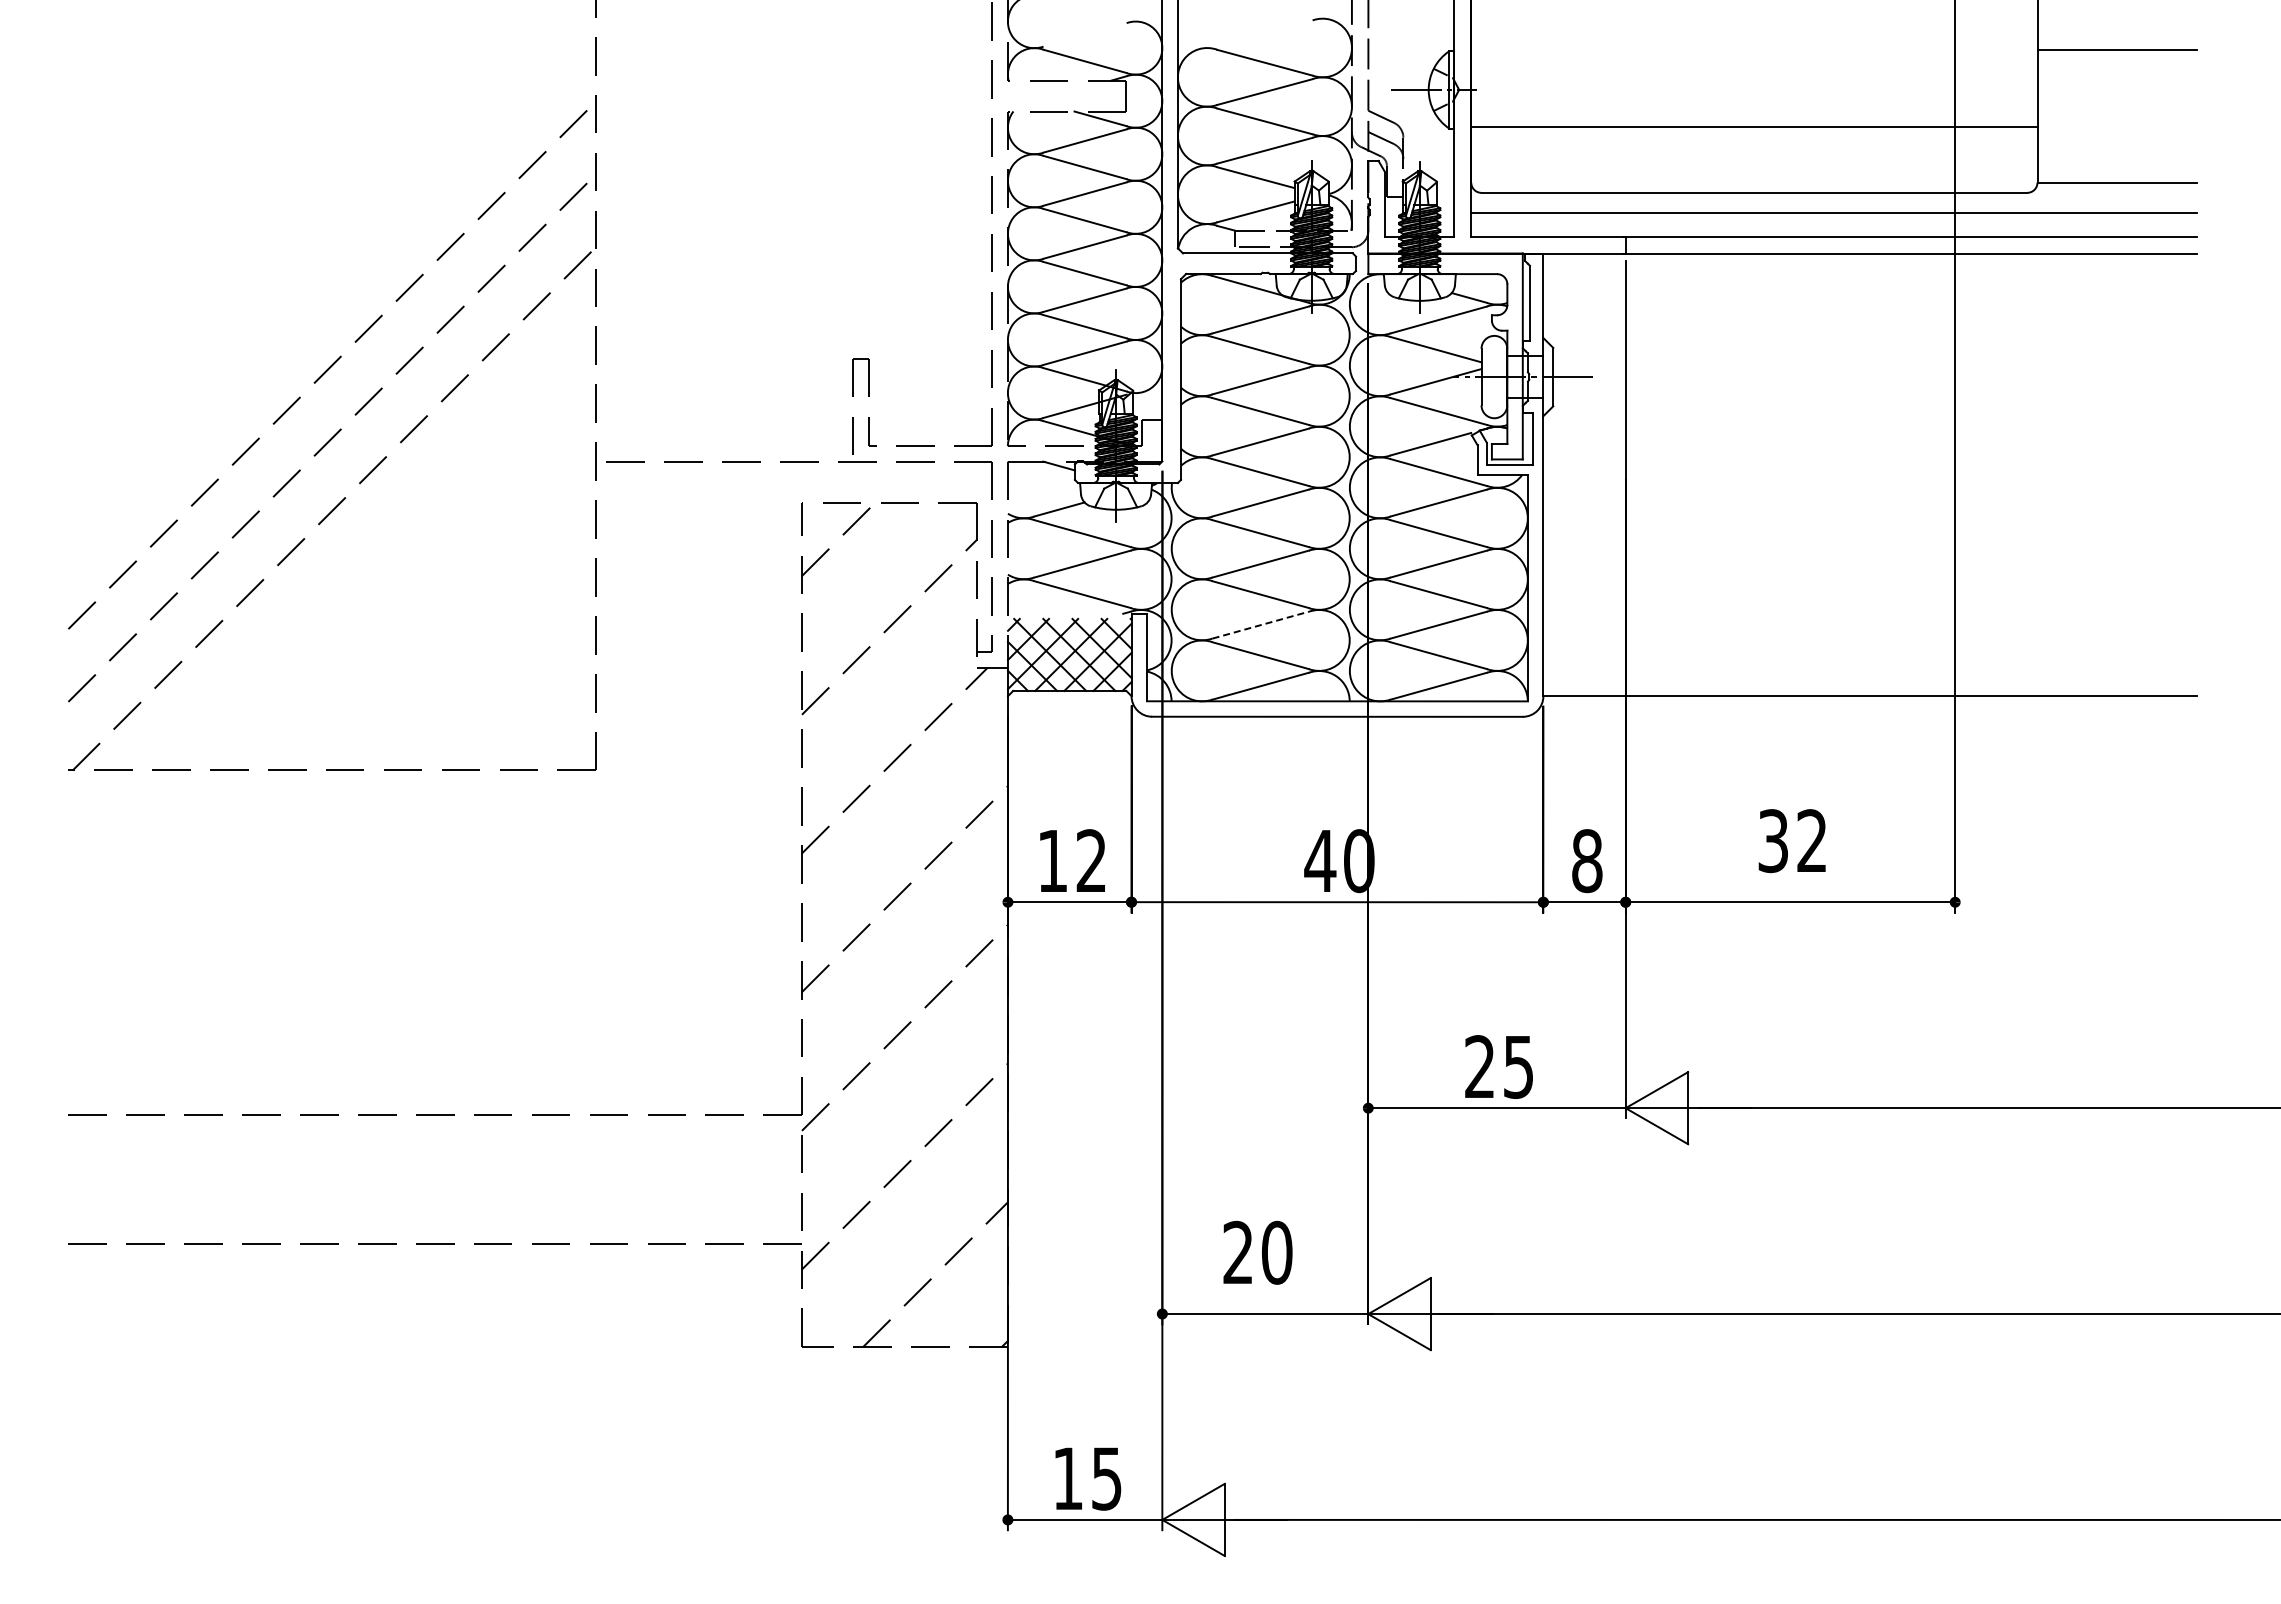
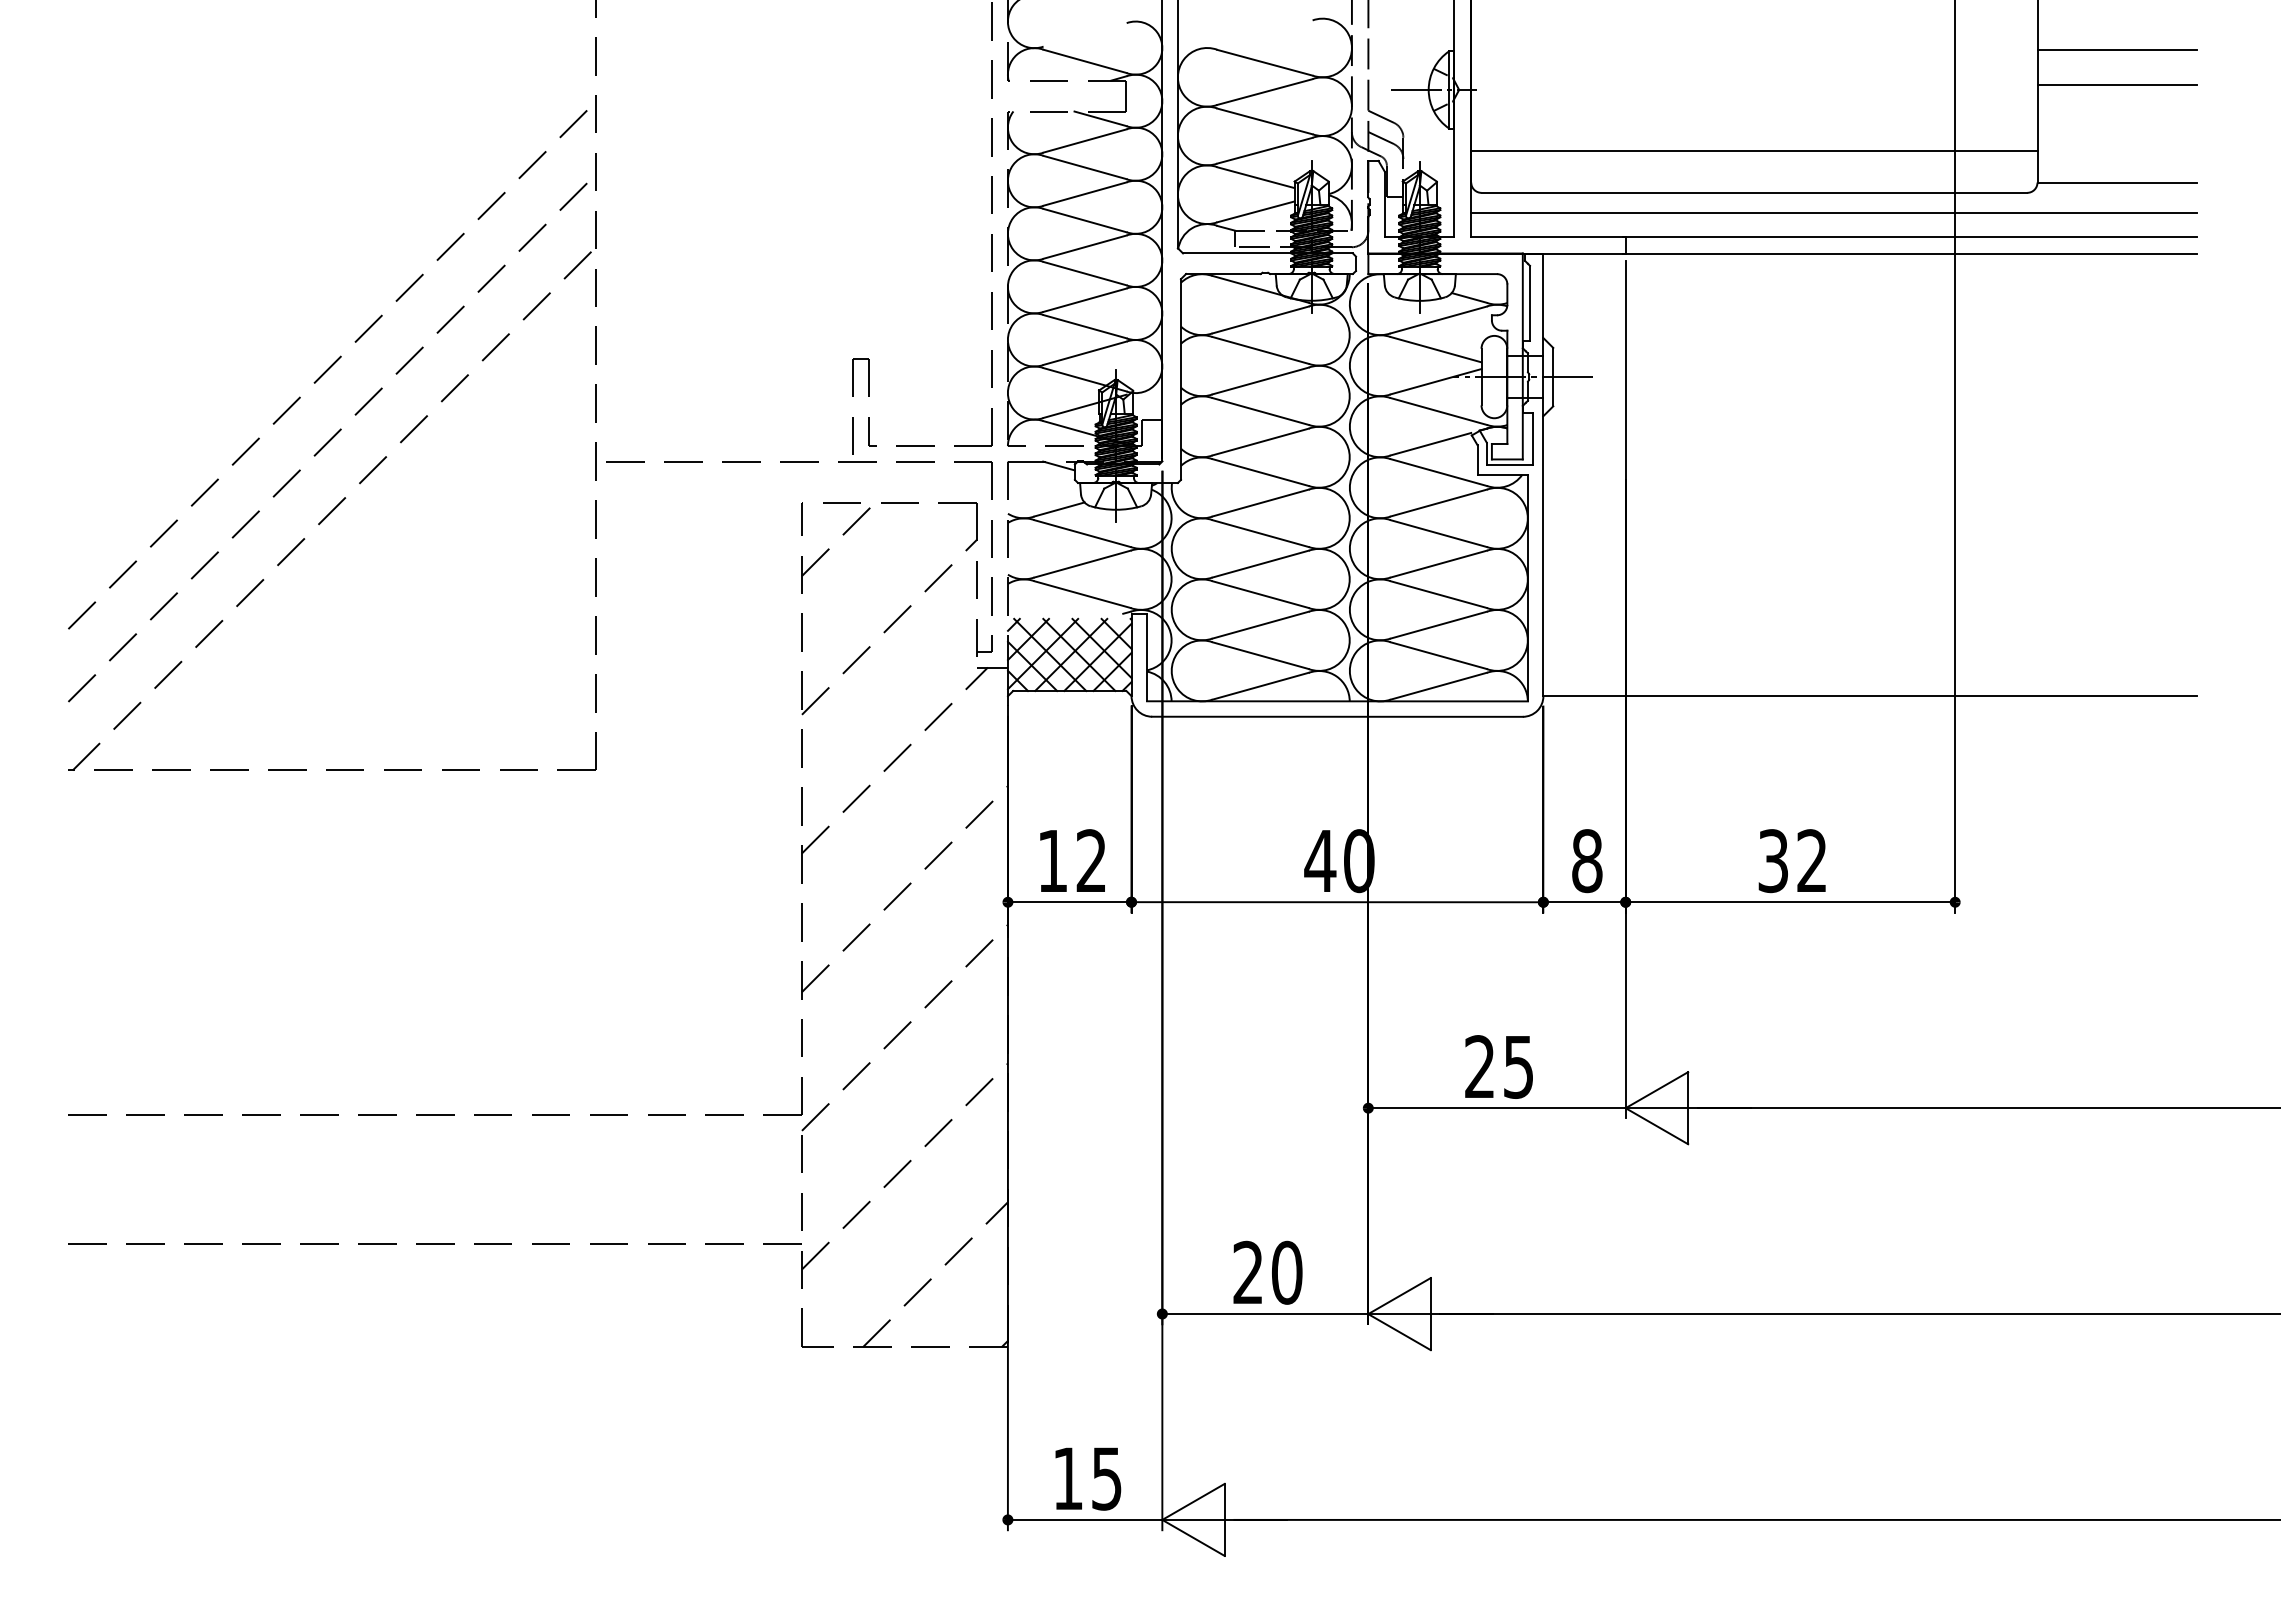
line at (2117, 84): none -> present
line at (1754, 127) position: (1754, 127) -> (1754, 151)
line at (1260, 625): dashed -> solid
text at (1791, 841) position: (1791, 841) -> (1791, 861)
text at (1257, 1252) position: (1257, 1252) -> (1267, 1272)
